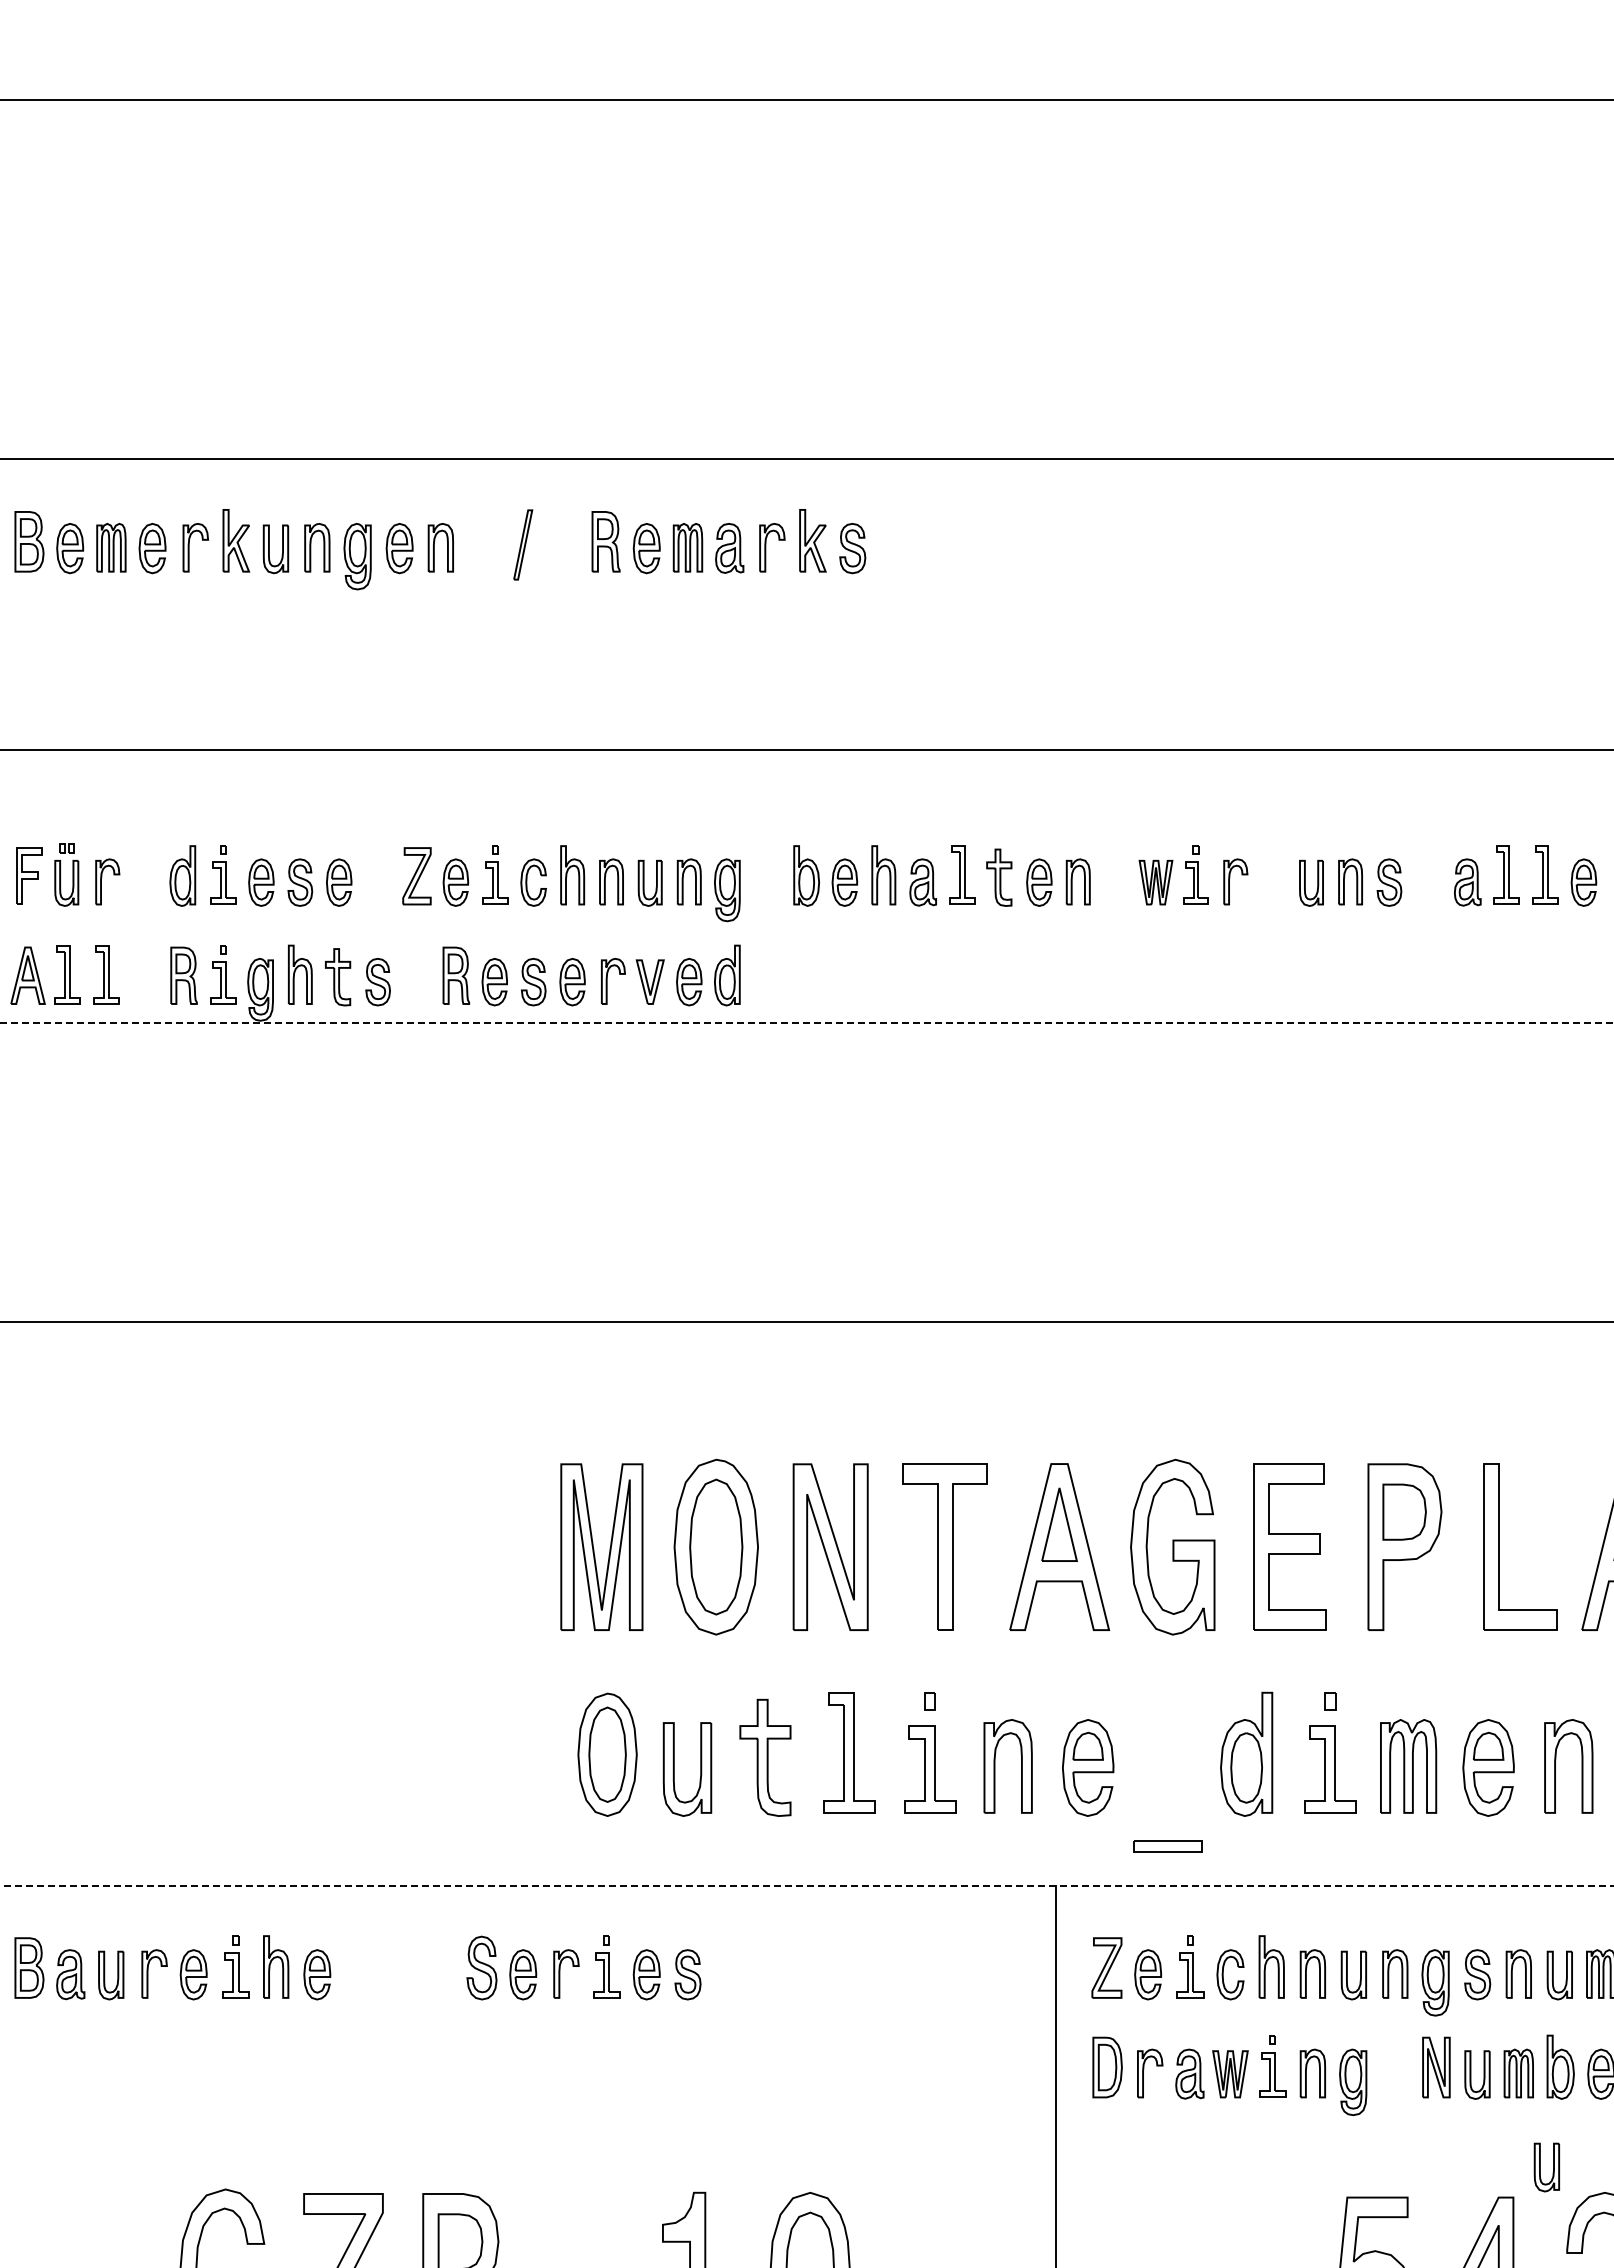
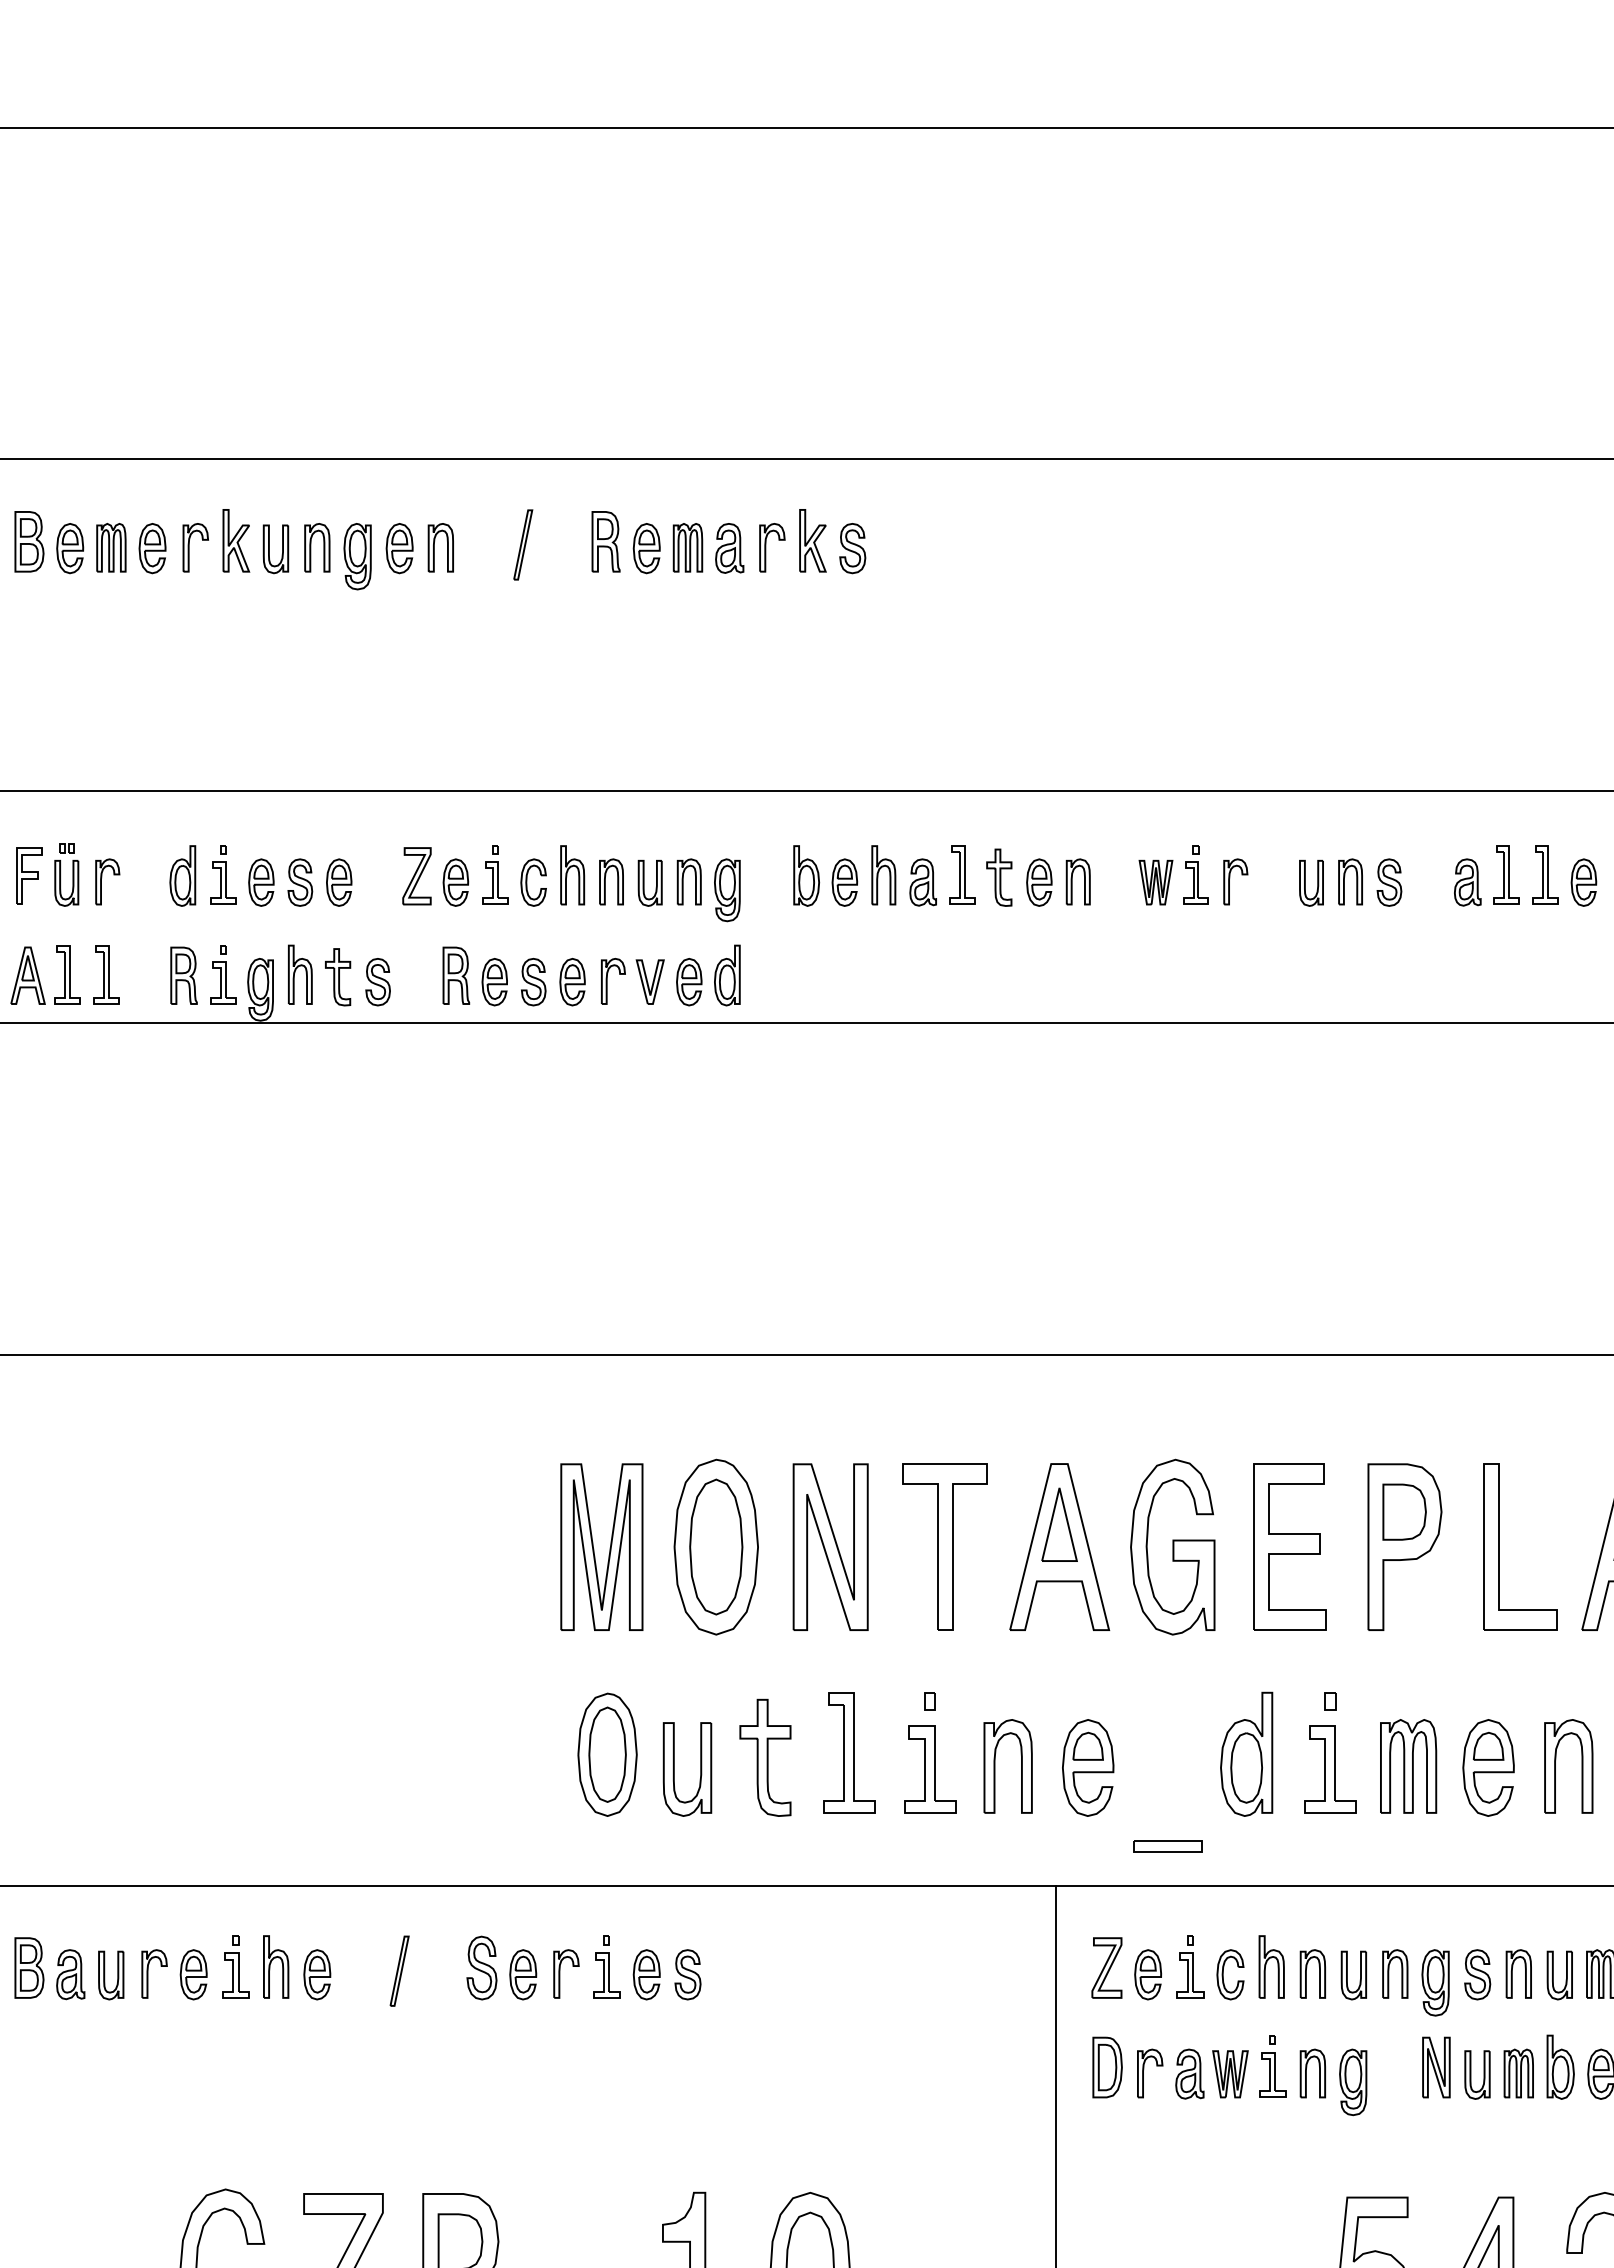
line at (806, 99) position: (806, 99) -> (806, 127)
line at (806, 749) position: (806, 749) -> (806, 790)
line at (806, 1023): dashed -> solid
line at (806, 1321) position: (806, 1321) -> (806, 1354)
line at (806, 1885): dashed -> solid
part at (399, 1970): none -> present
part at (1546, 2167): present -> none
